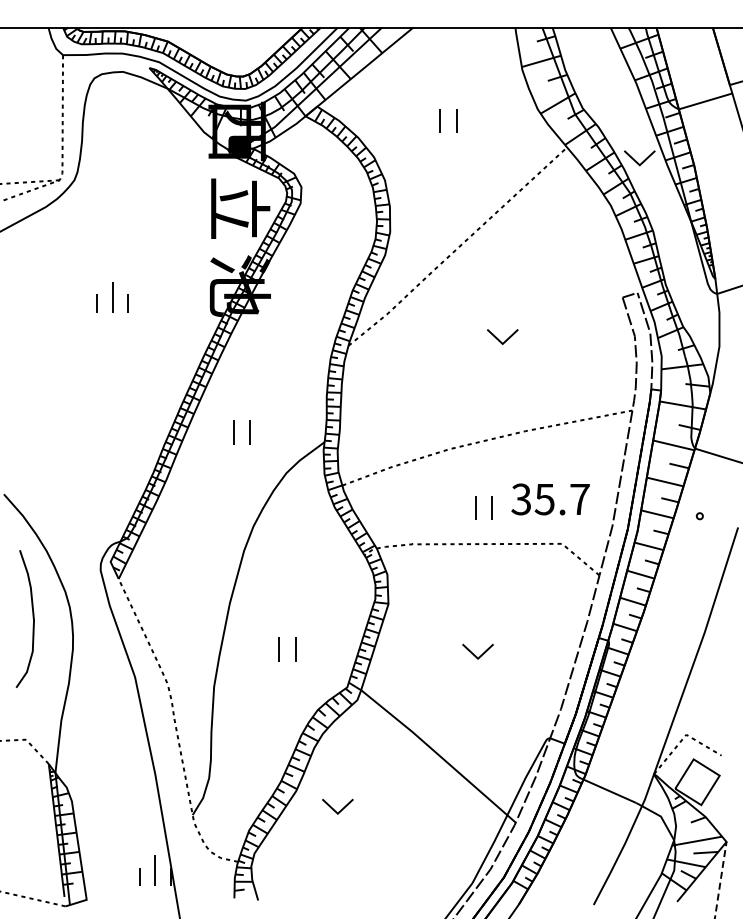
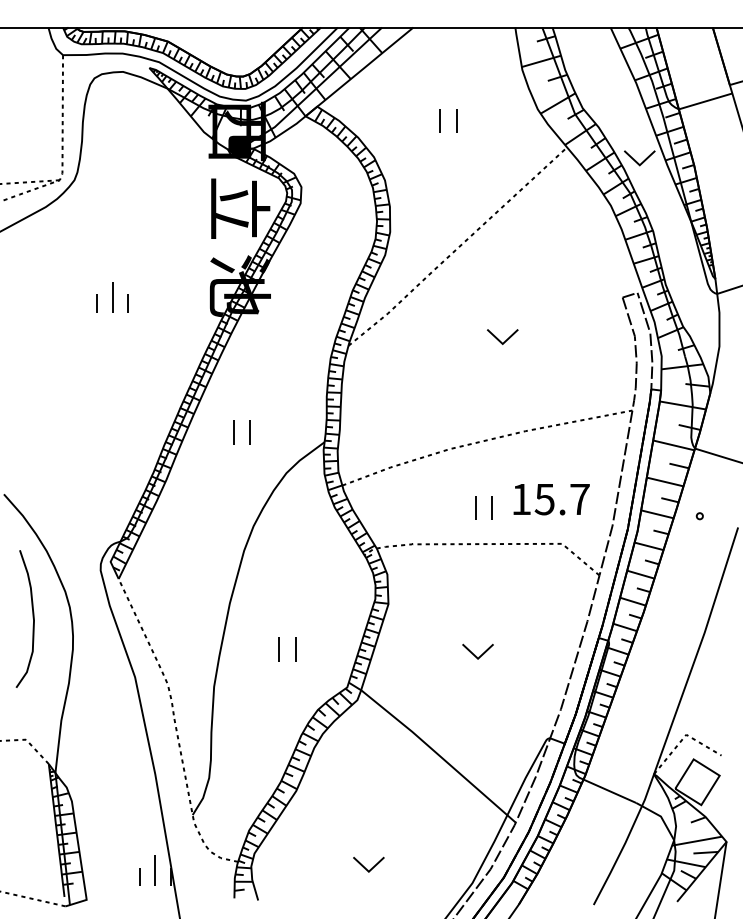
text at (520, 499): 35.7 -> 15.7
part at (337, 806) position: (337, 806) -> (368, 864)
line at (720, 880): dashed -> solid
